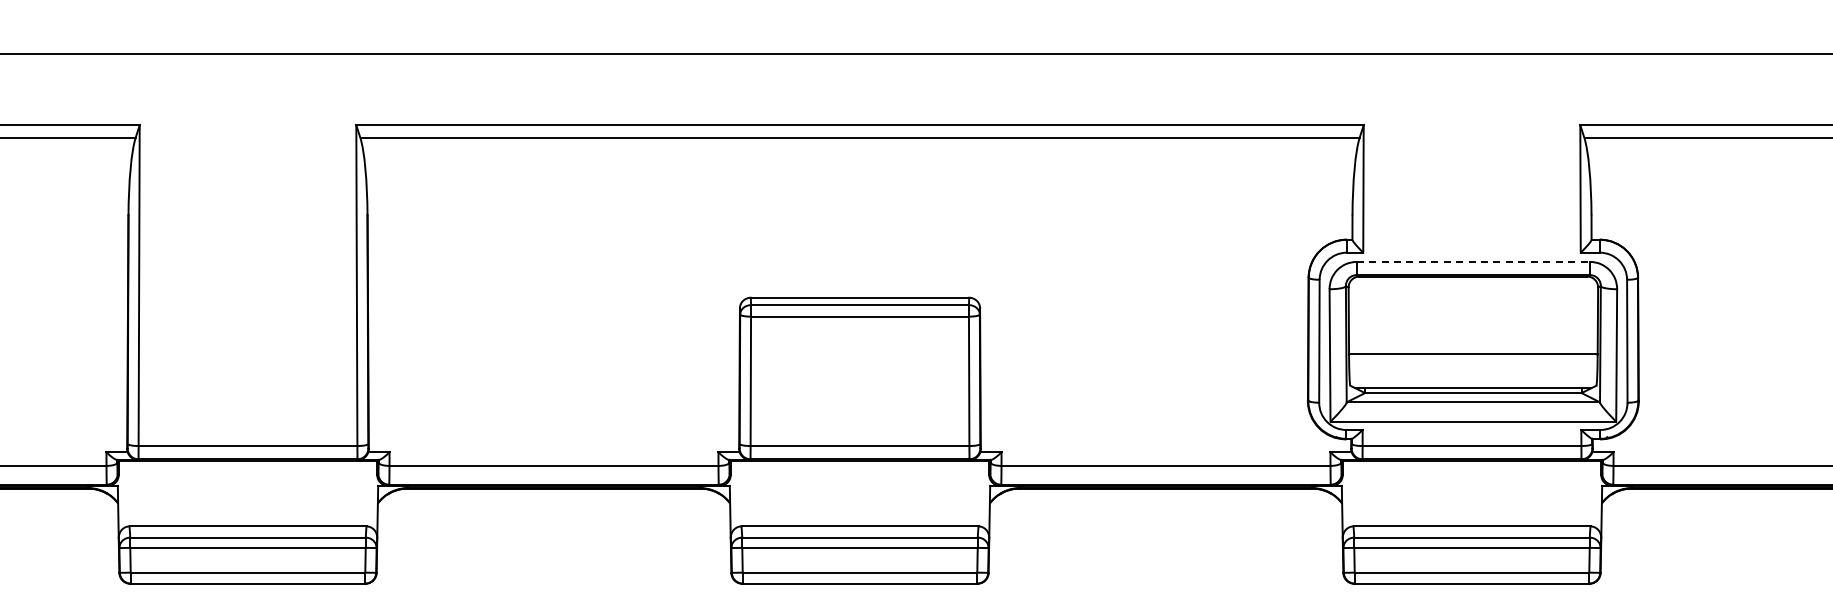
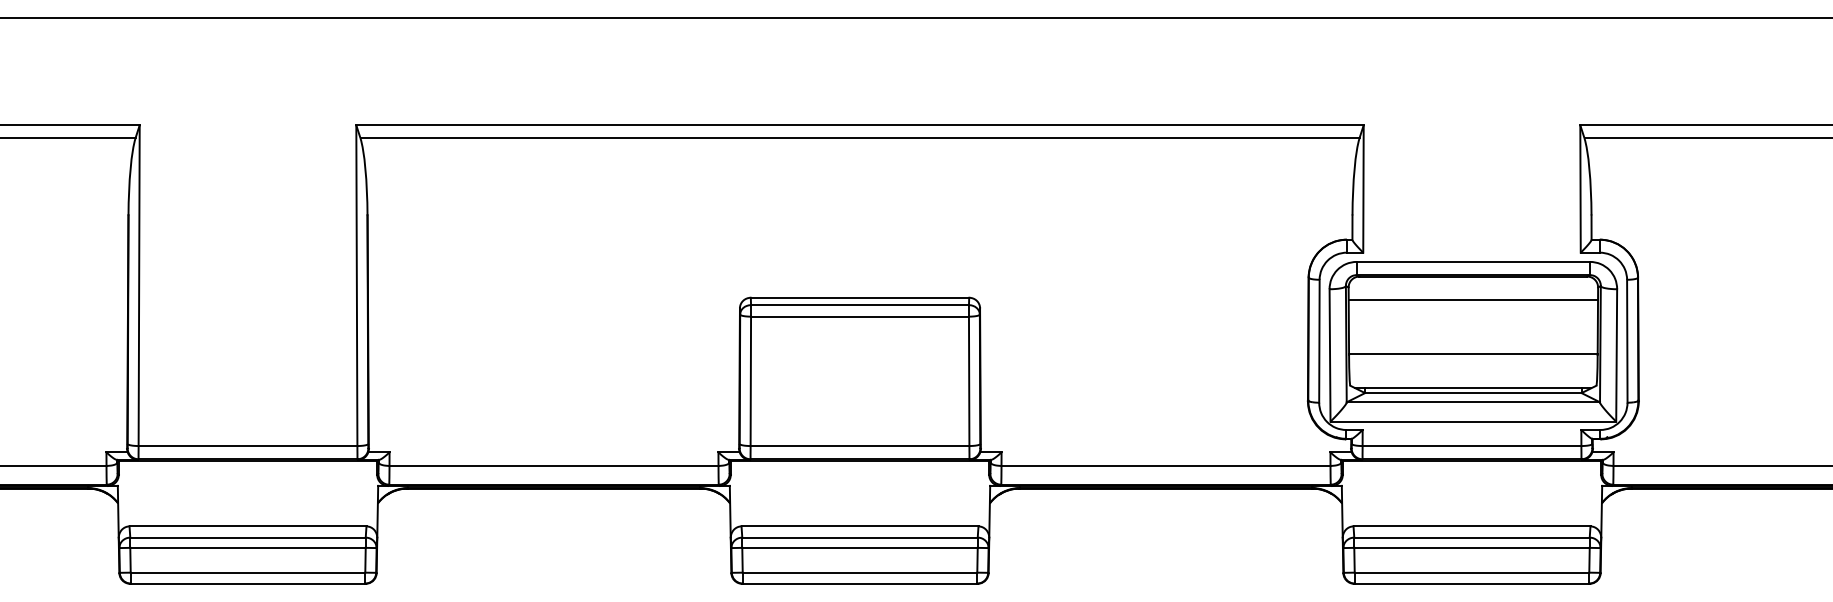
line at (915, 54) position: (915, 54) -> (915, 18)
line at (1473, 261): dashed -> solid
line at (1473, 300): none -> present
